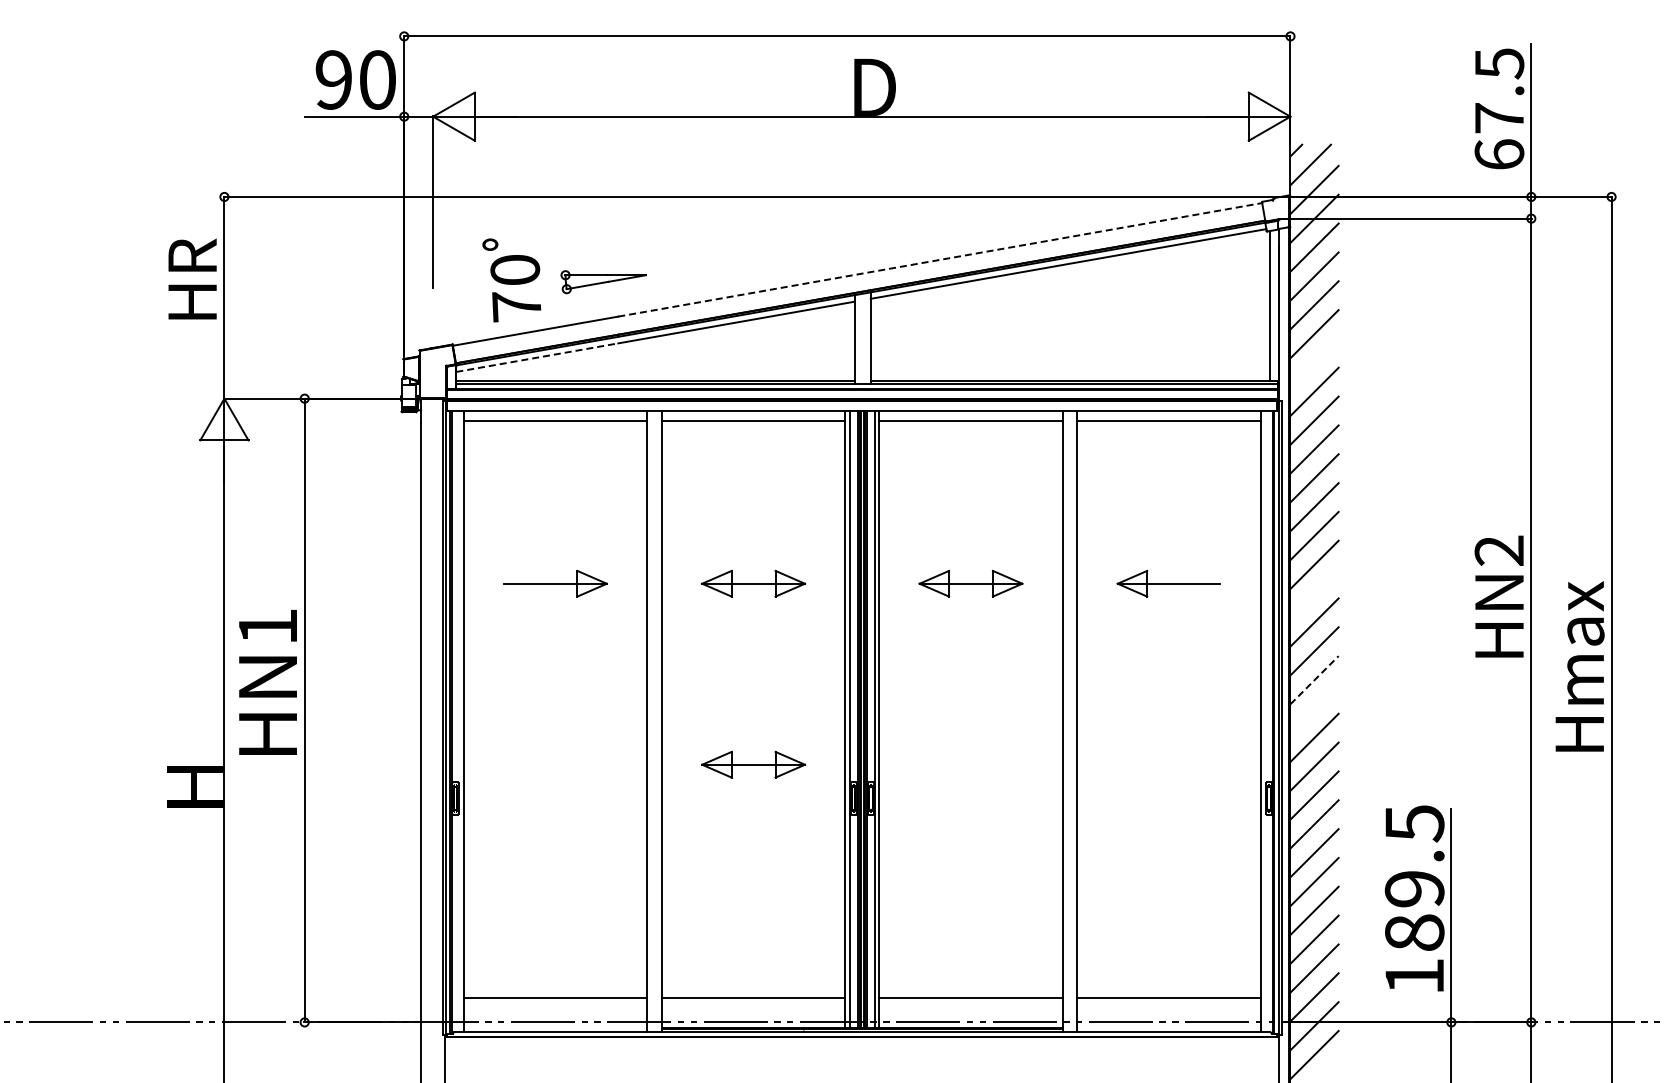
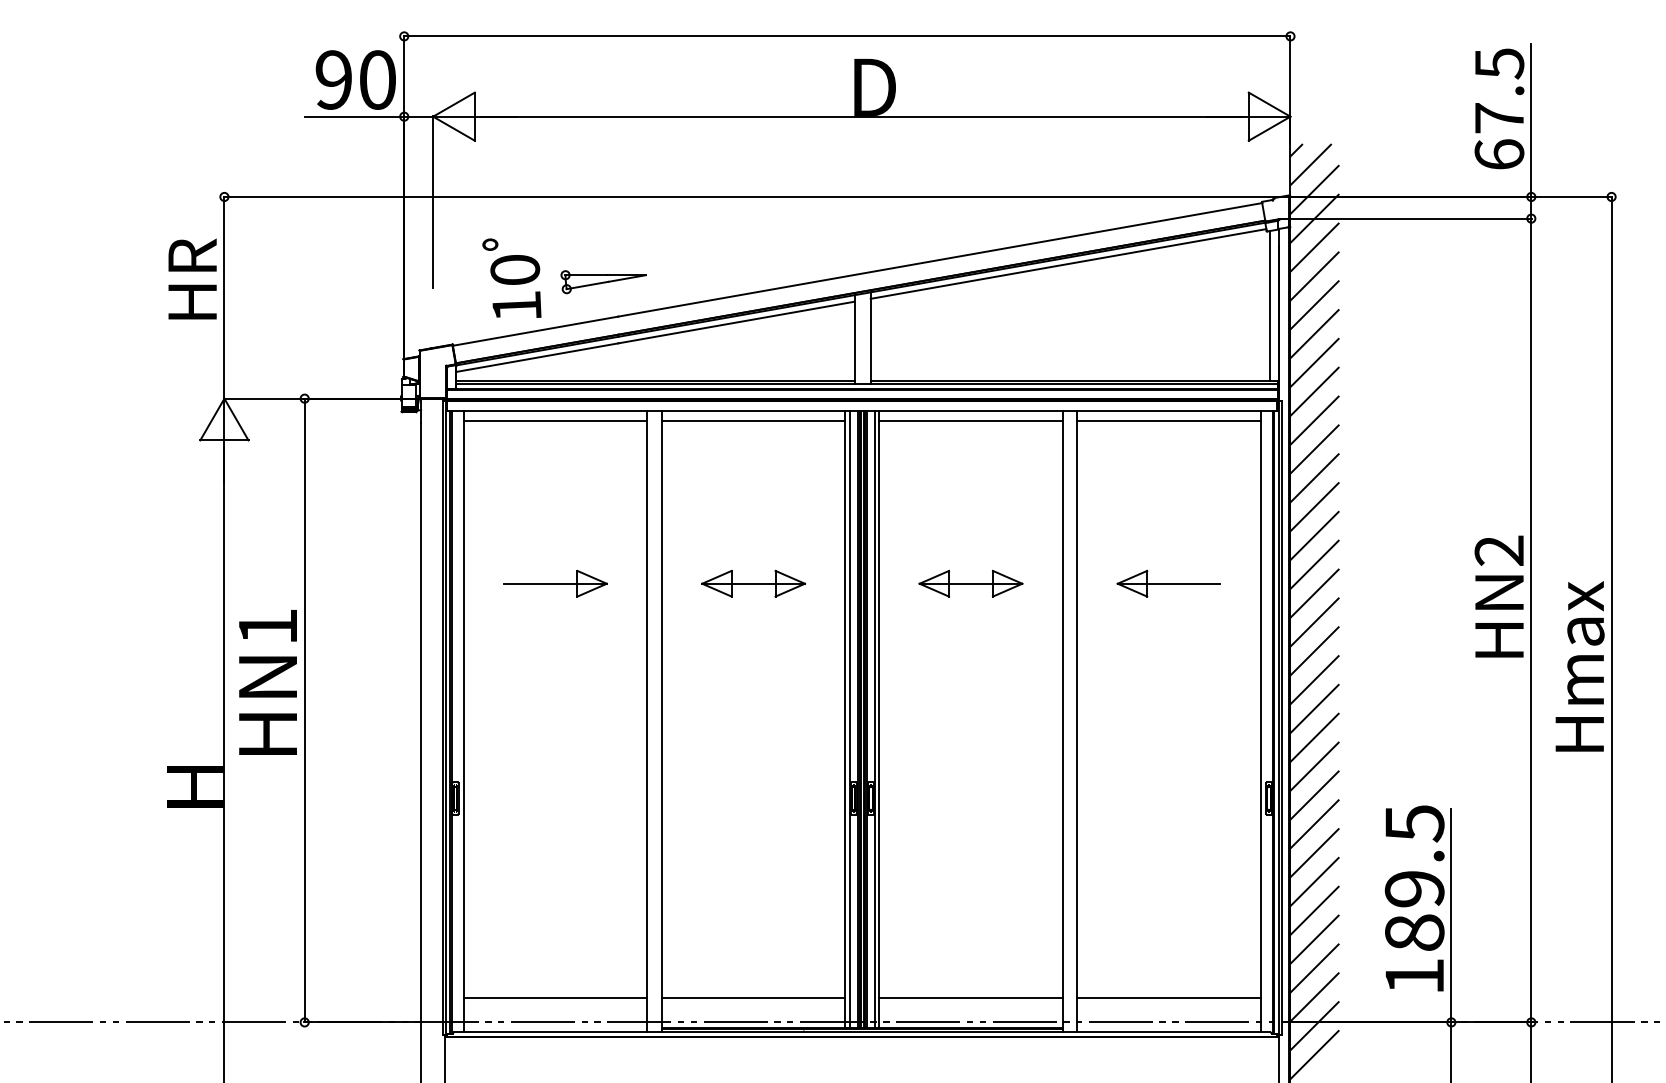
line at (940, 259): dashed -> solid
text at (516, 306): 70 -> 10
line at (537, 357): dashed -> solid
line at (1314, 362): none -> present
line at (1314, 593): none -> present
line at (1314, 679): dashed -> solid
line at (1314, 708): none -> present
part at (753, 764): present -> none
